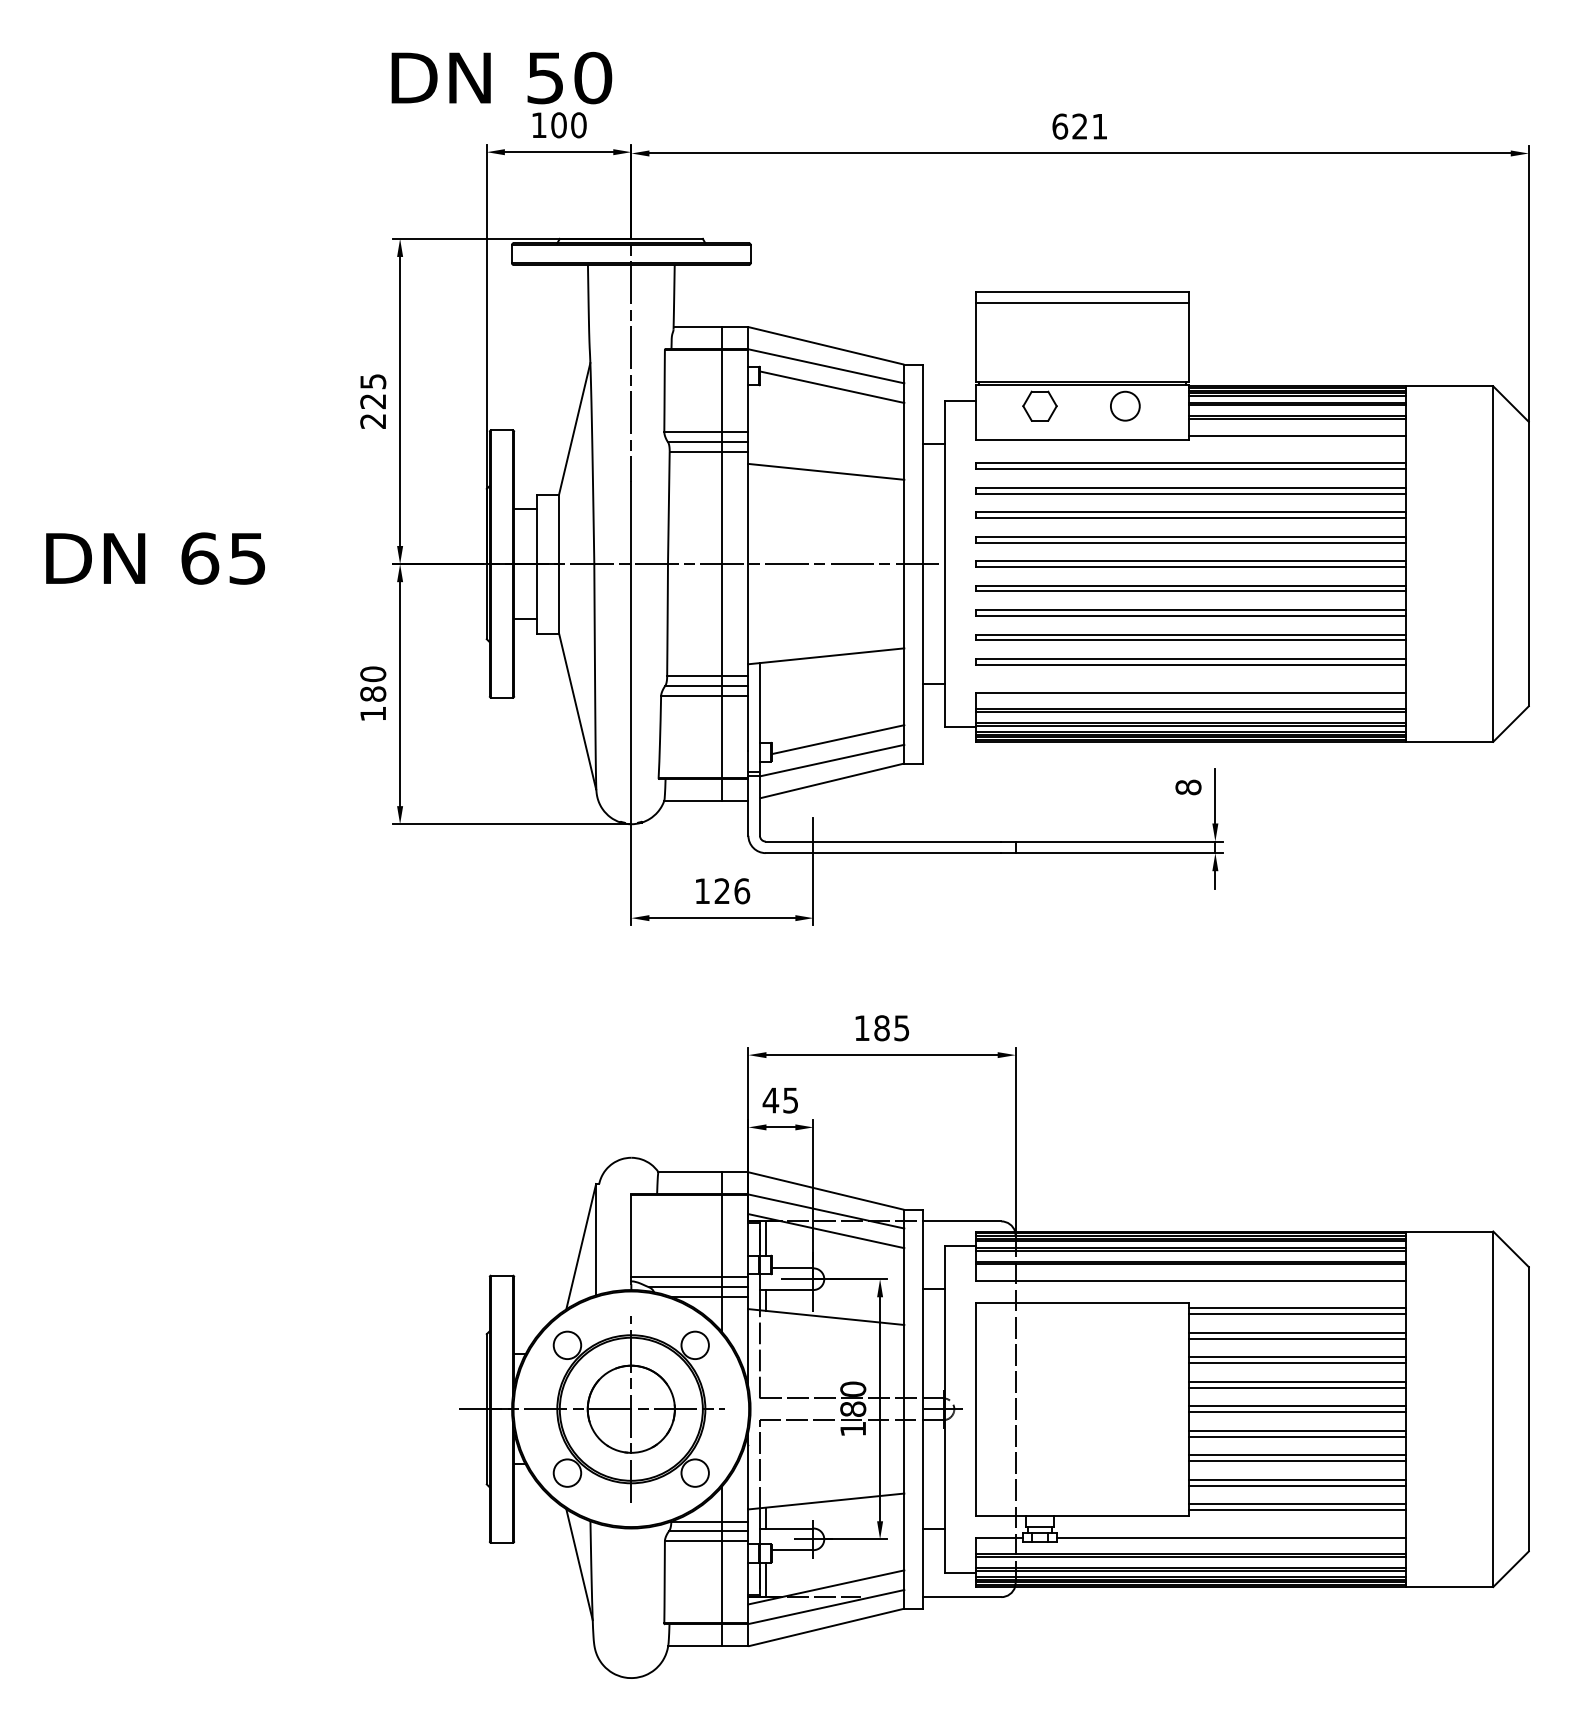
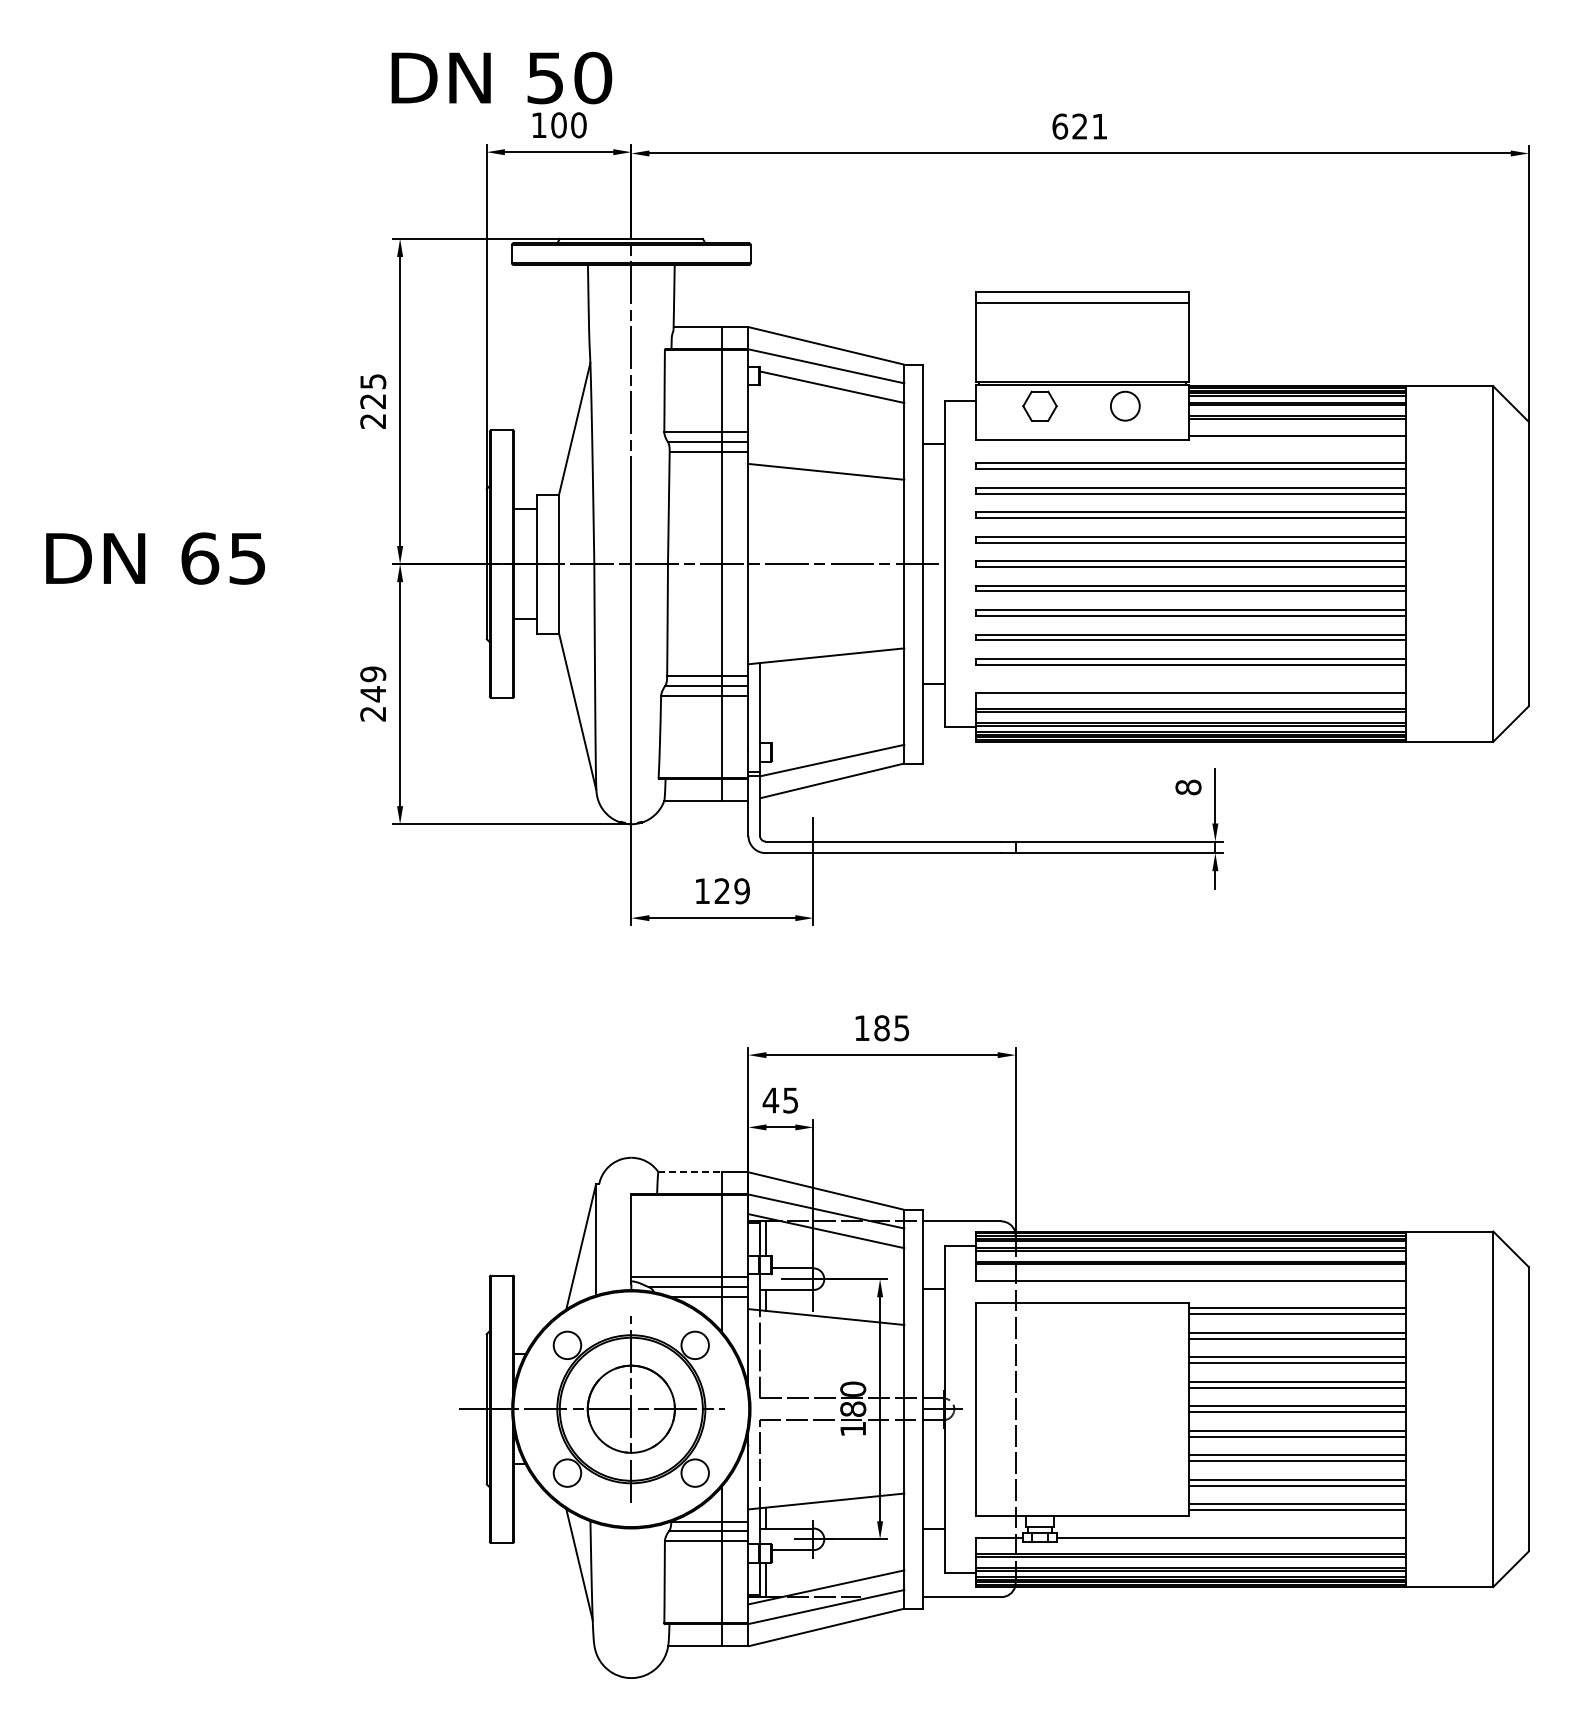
text at (373, 693): 180 -> 249
line at (837, 739): present -> none
text at (742, 891): 126 -> 129
line at (690, 1172): solid -> dashed
